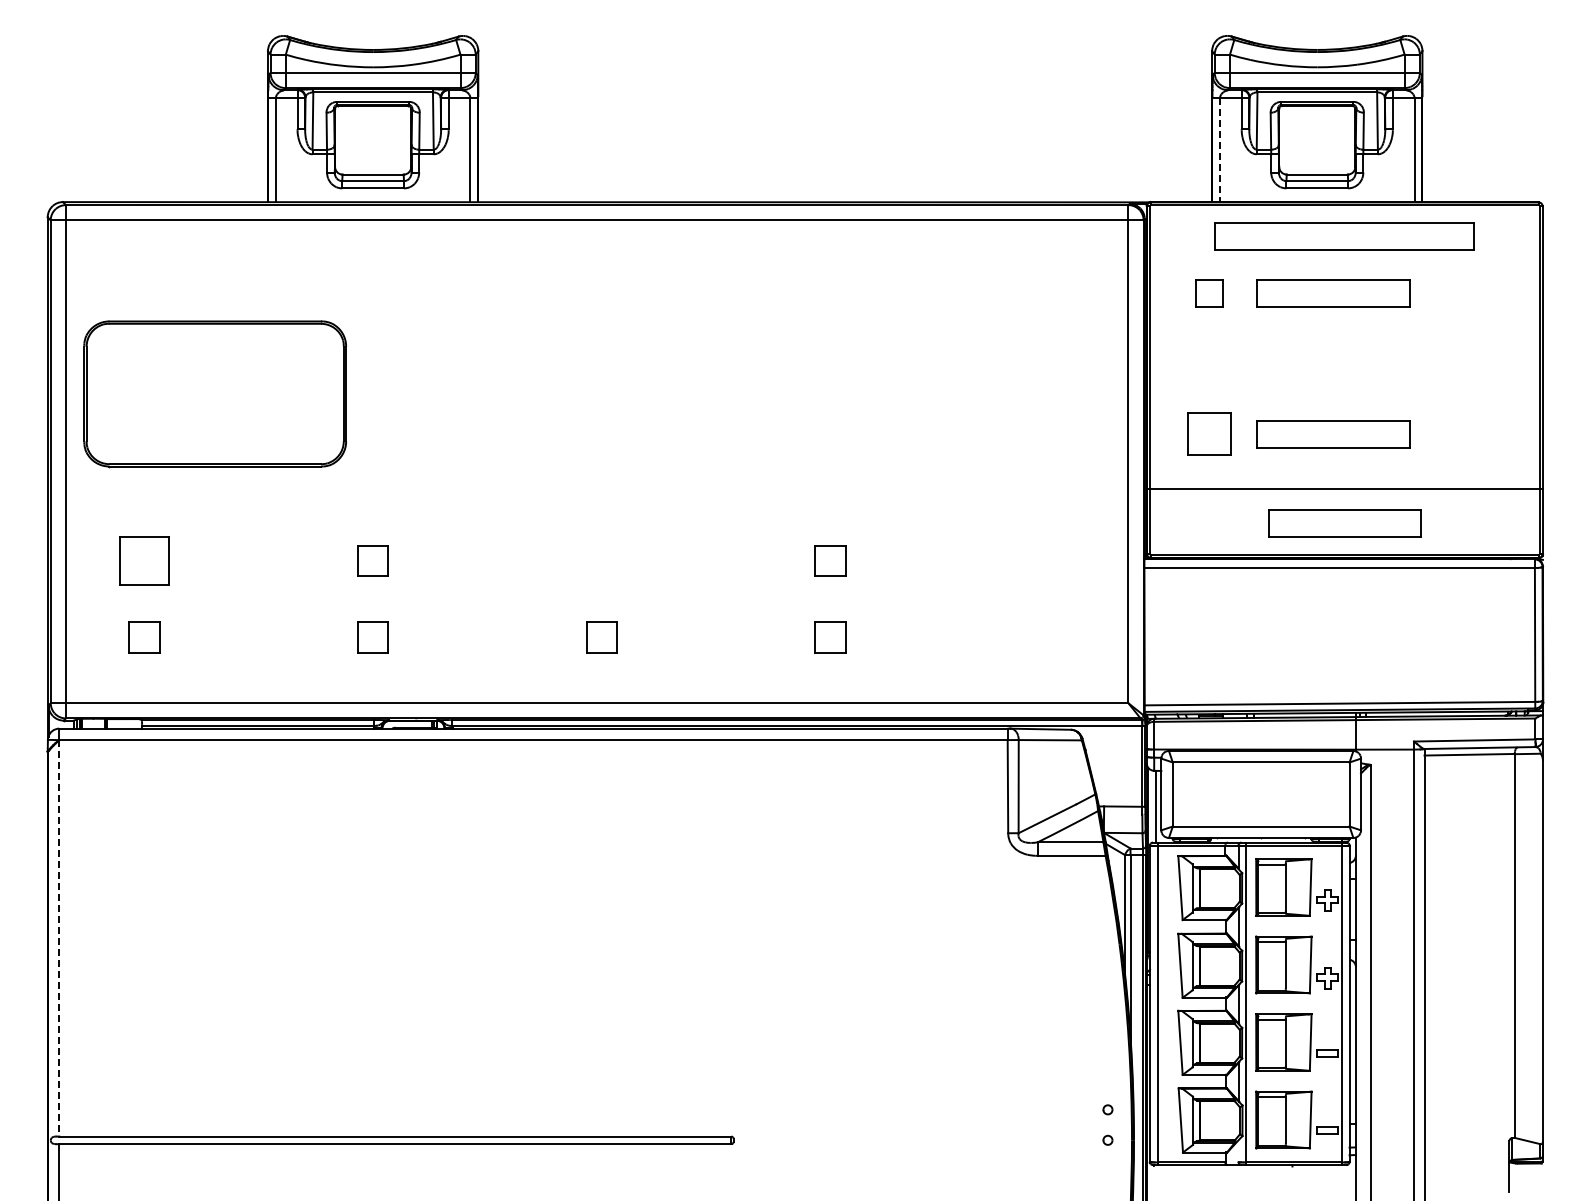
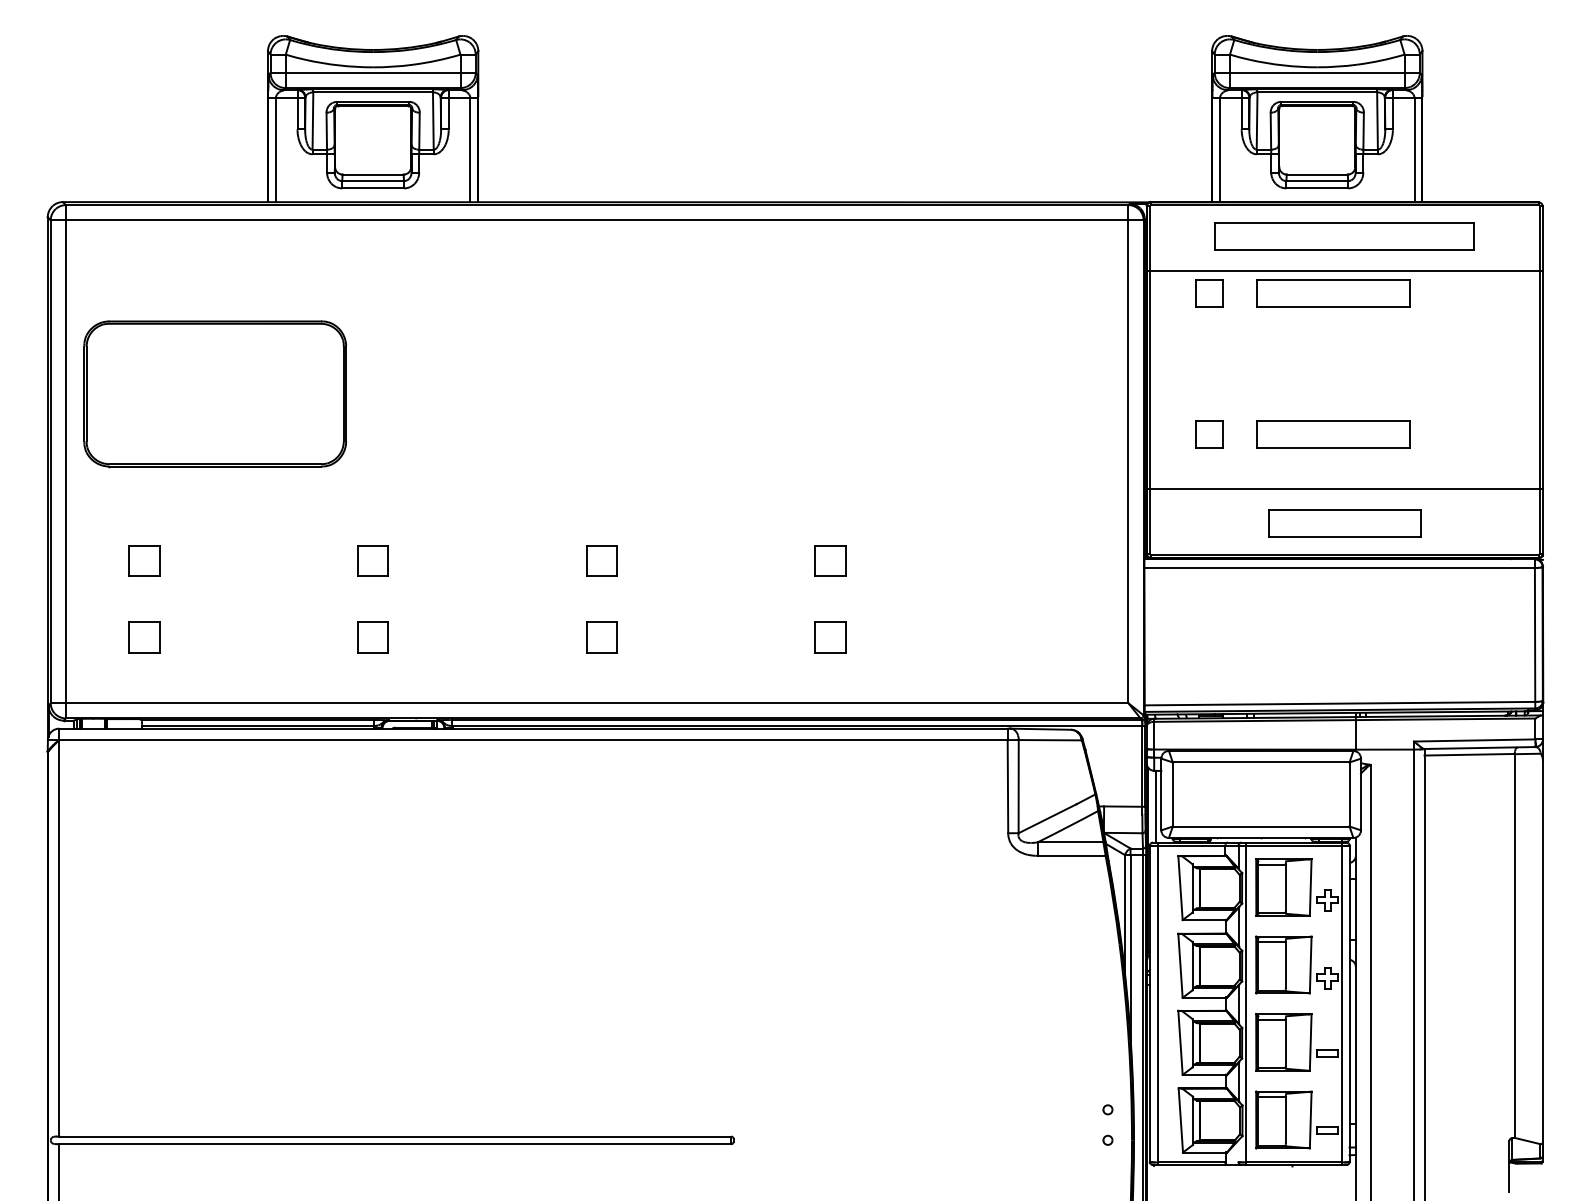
line at (1220, 150): dashed -> solid
line at (1344, 270): none -> present
part at (1209, 433) size: 45x44 px -> 29x29 px
part at (144, 560) size: 51x50 px -> 33x32 px
part at (601, 560): none -> present
line at (59, 938): dashed -> solid
